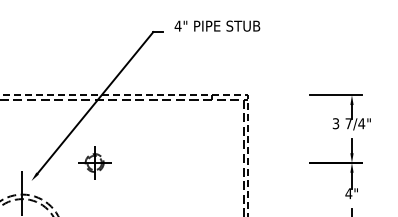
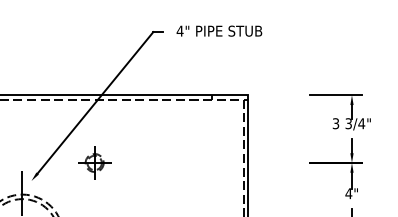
text at (217, 25) position: (217, 25) -> (219, 30)
line at (186, 95): dashed -> solid
text at (348, 123): 7/4" -> 3/4"
